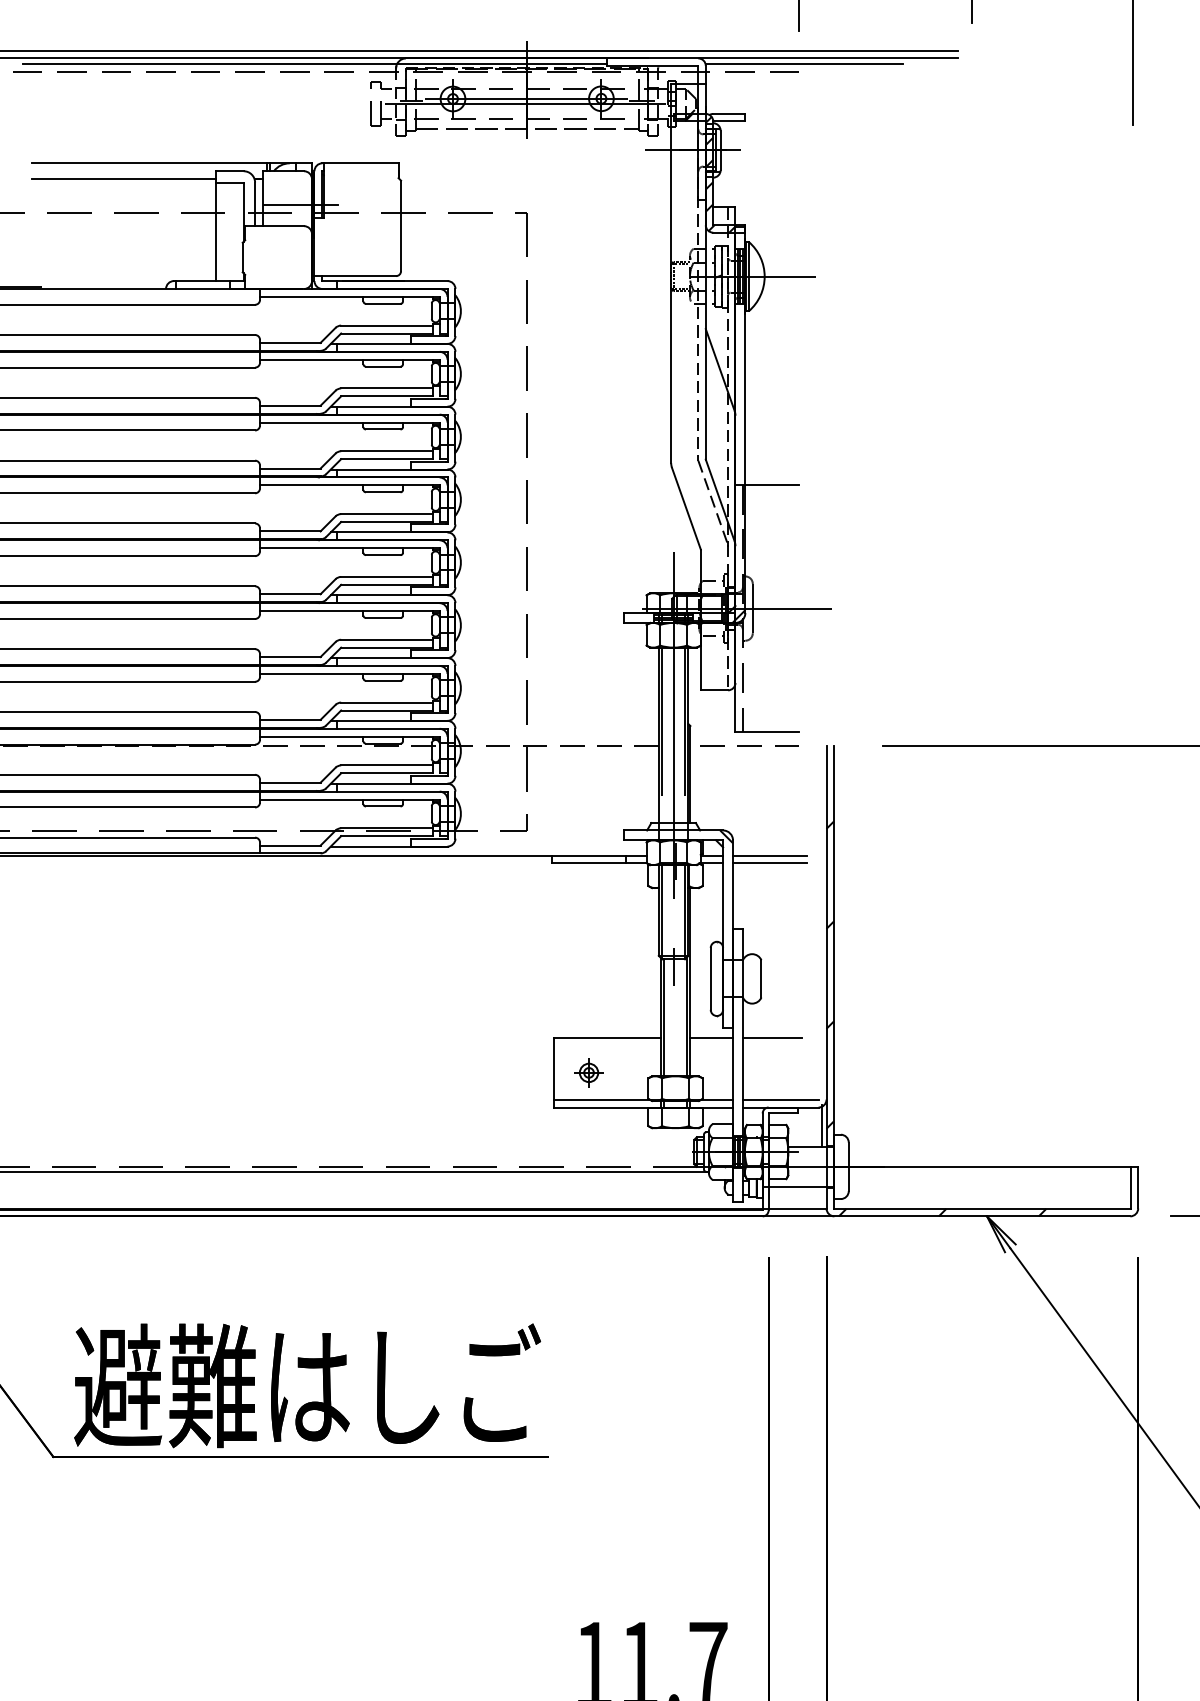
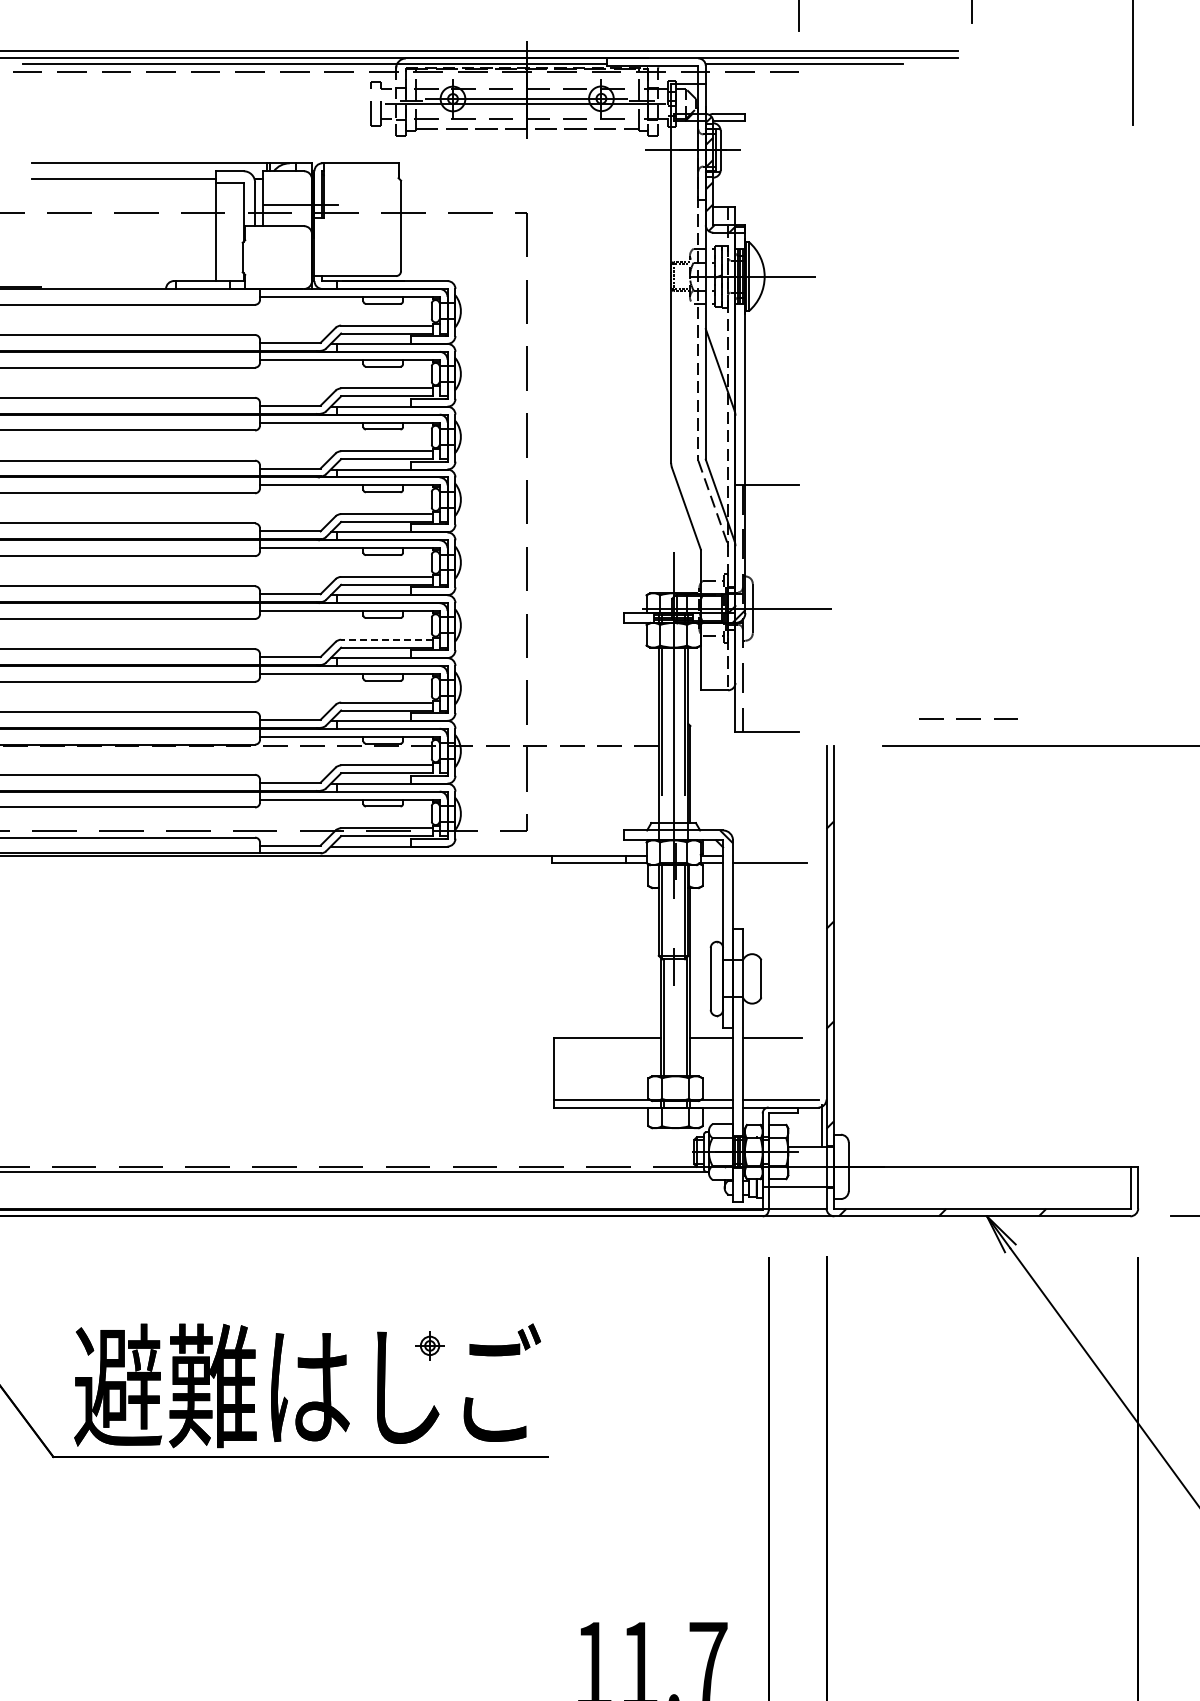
line at (386, 639): solid -> dashed
line at (749, 745) position: (749, 745) -> (968, 718)
line at (769, 855): present -> none
part at (588, 1072) position: (588, 1072) -> (429, 1345)
